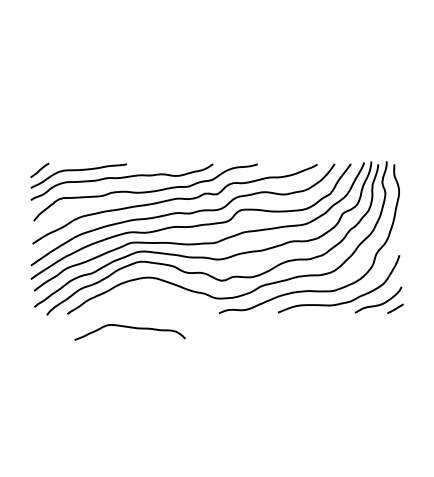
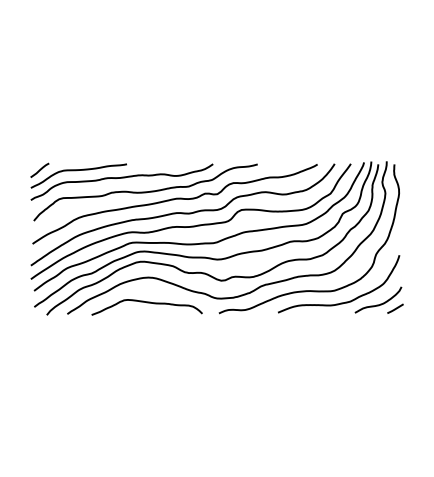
curve at (129, 328) position: (129, 328) -> (146, 303)
